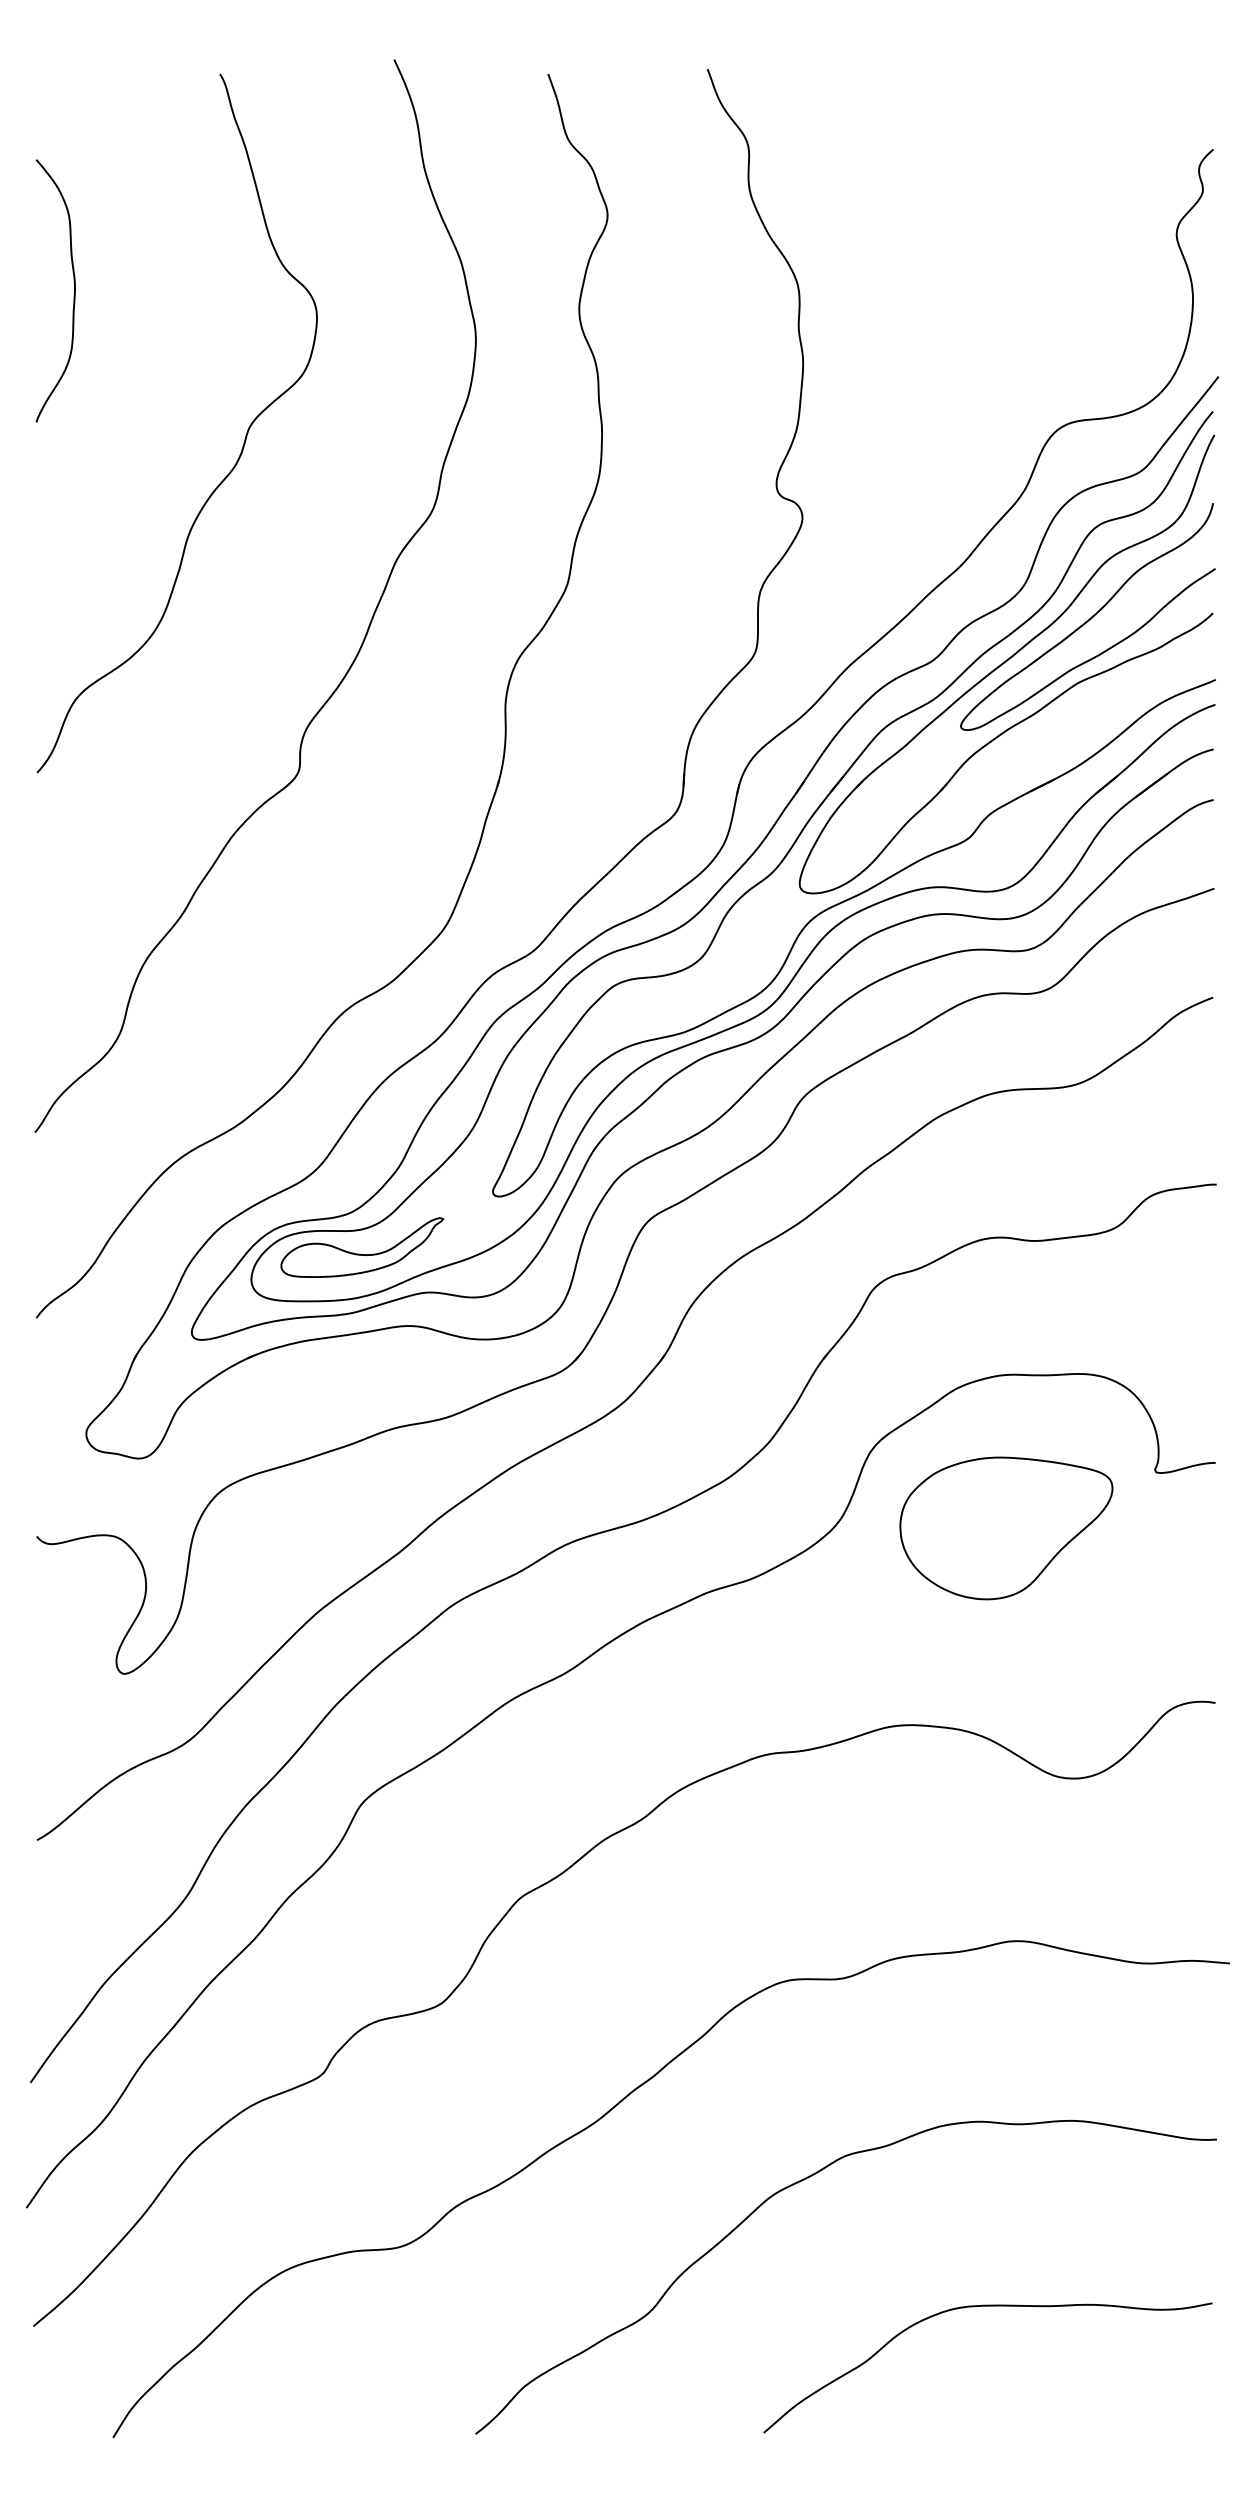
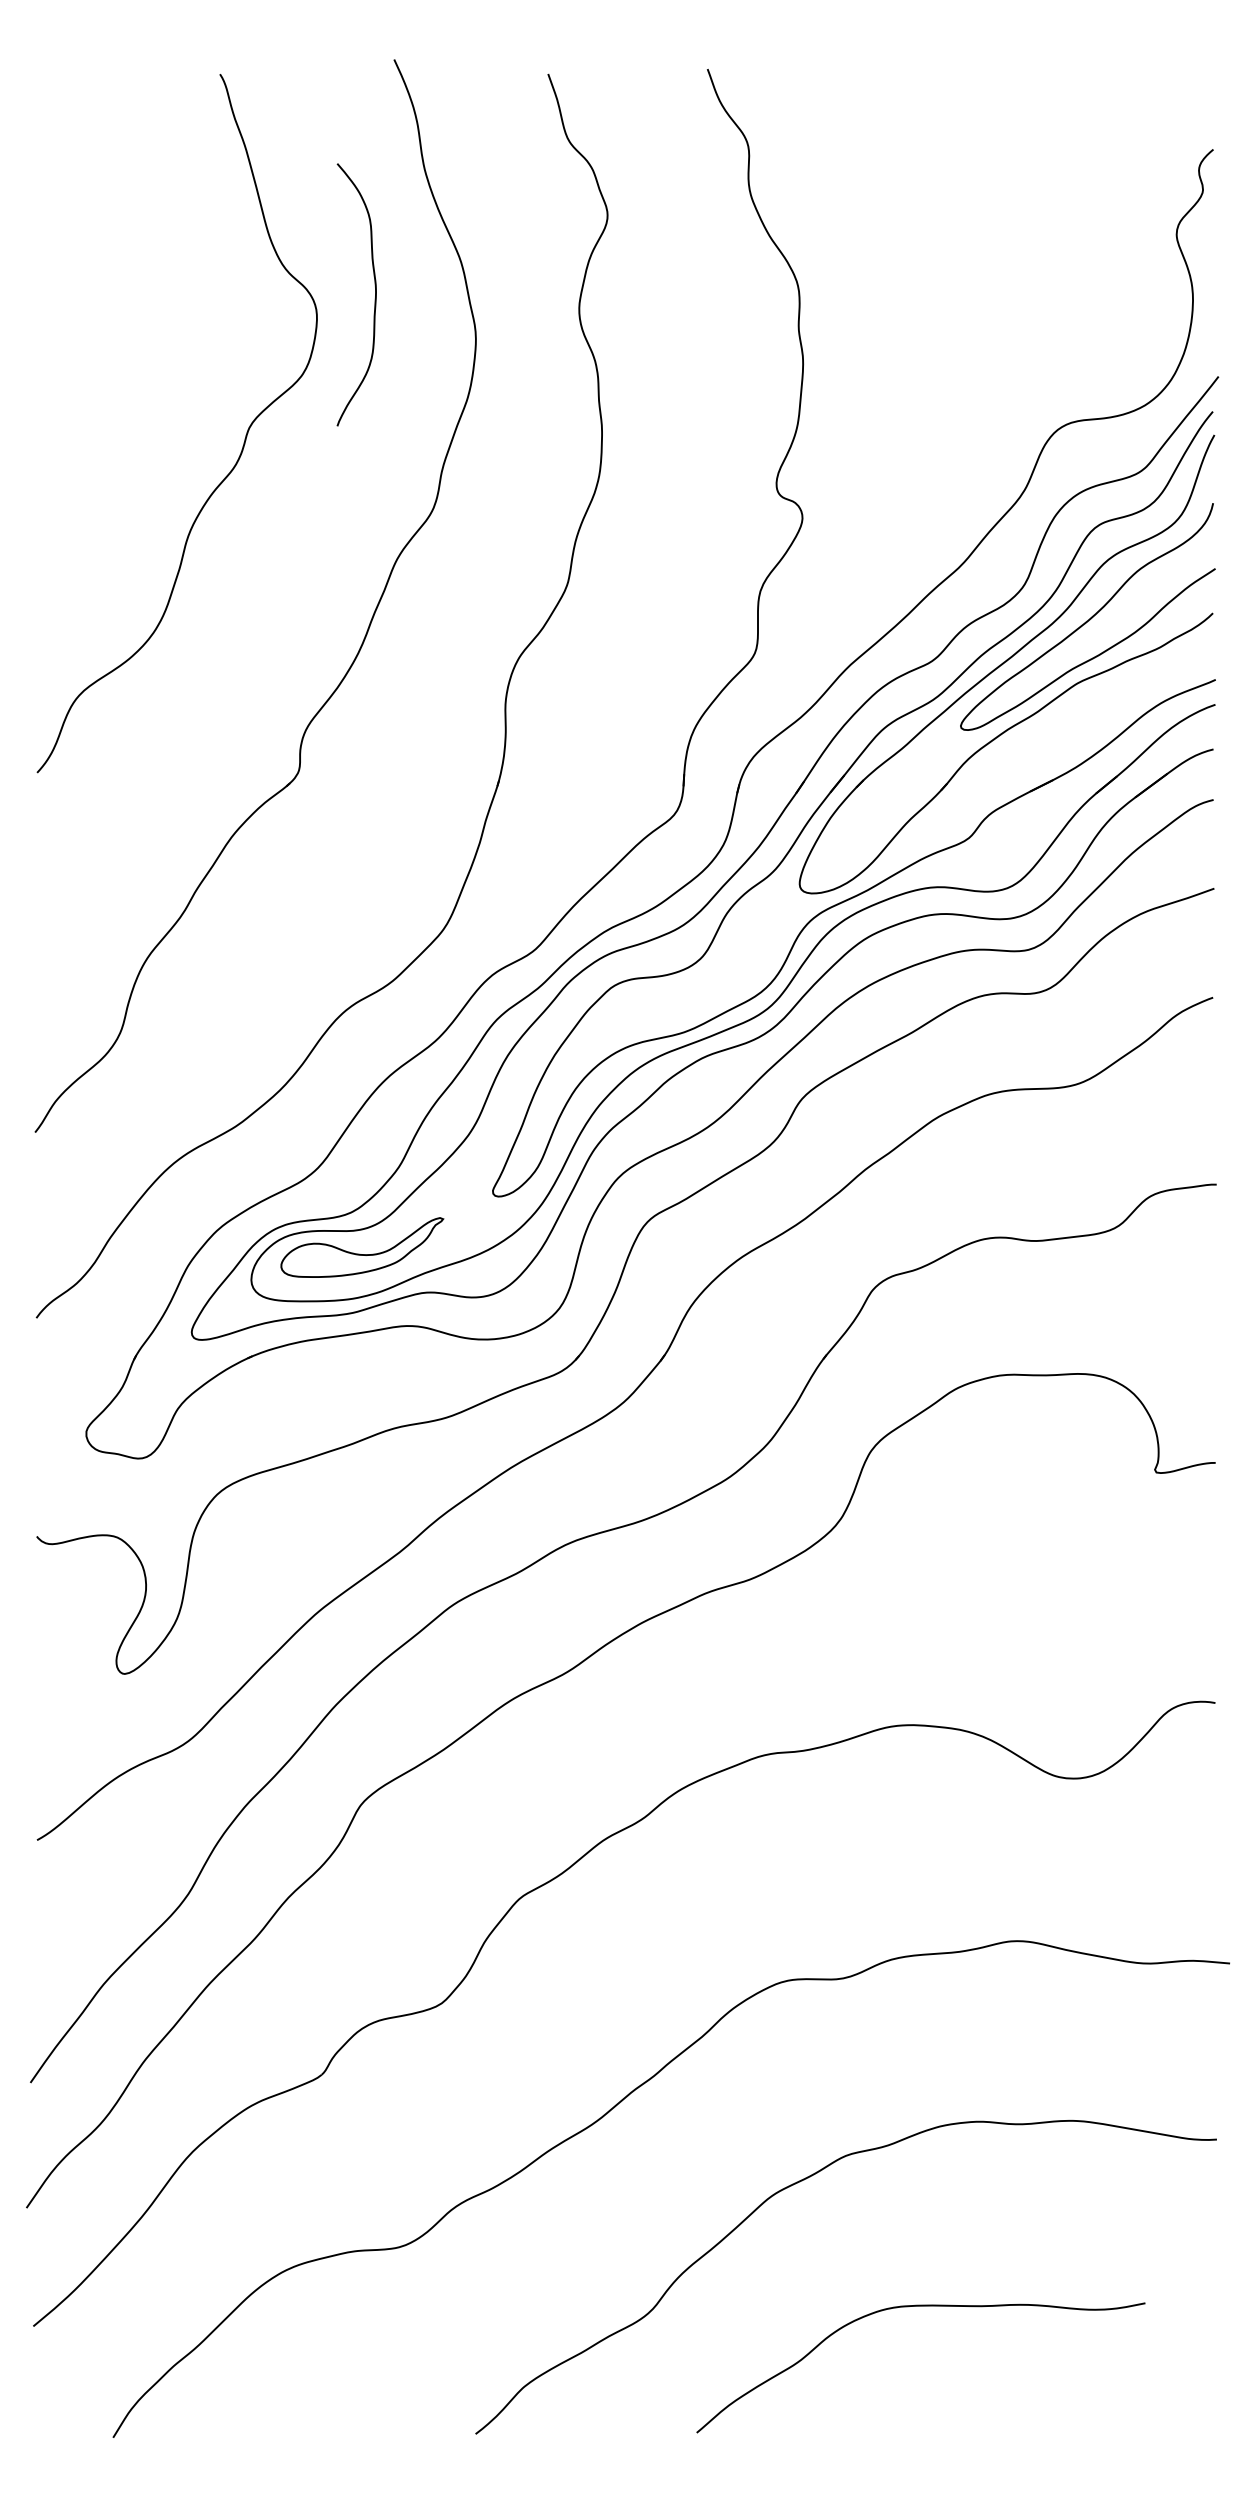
curve at (73, 295) position: (73, 295) -> (374, 299)
part at (1006, 1528): present -> none
curve at (987, 2306) position: (987, 2306) -> (920, 2306)
